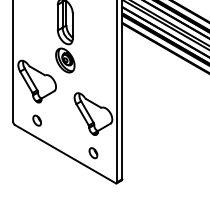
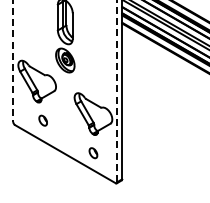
line at (13, 60): solid -> dashed
line at (117, 91): solid -> dashed
part at (36, 120) position: (36, 120) -> (42, 120)
